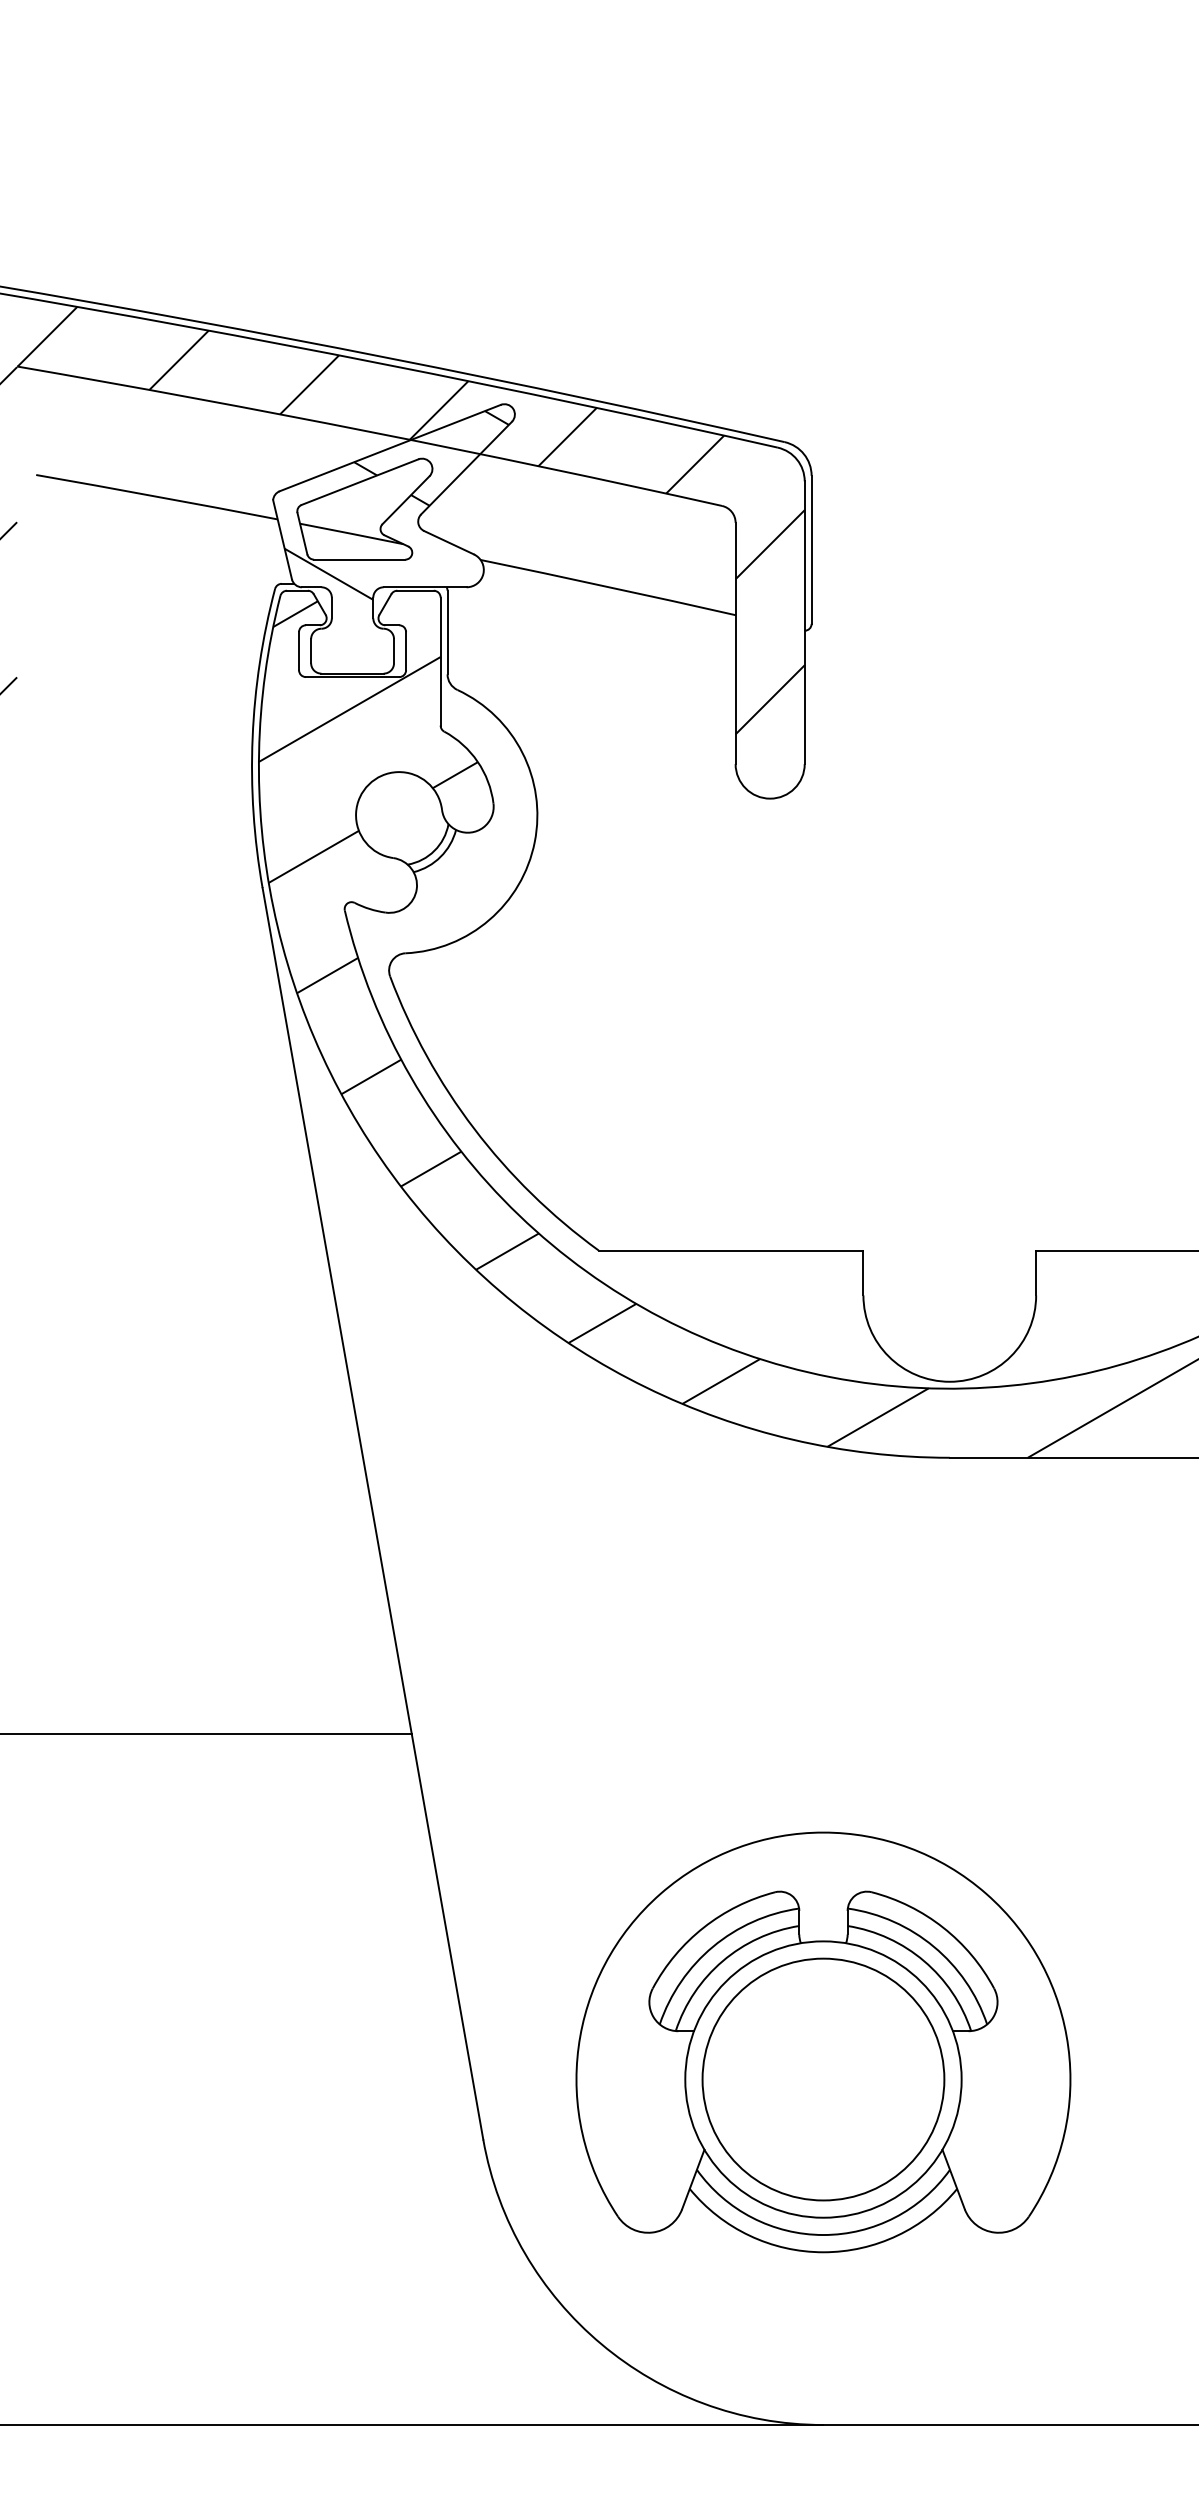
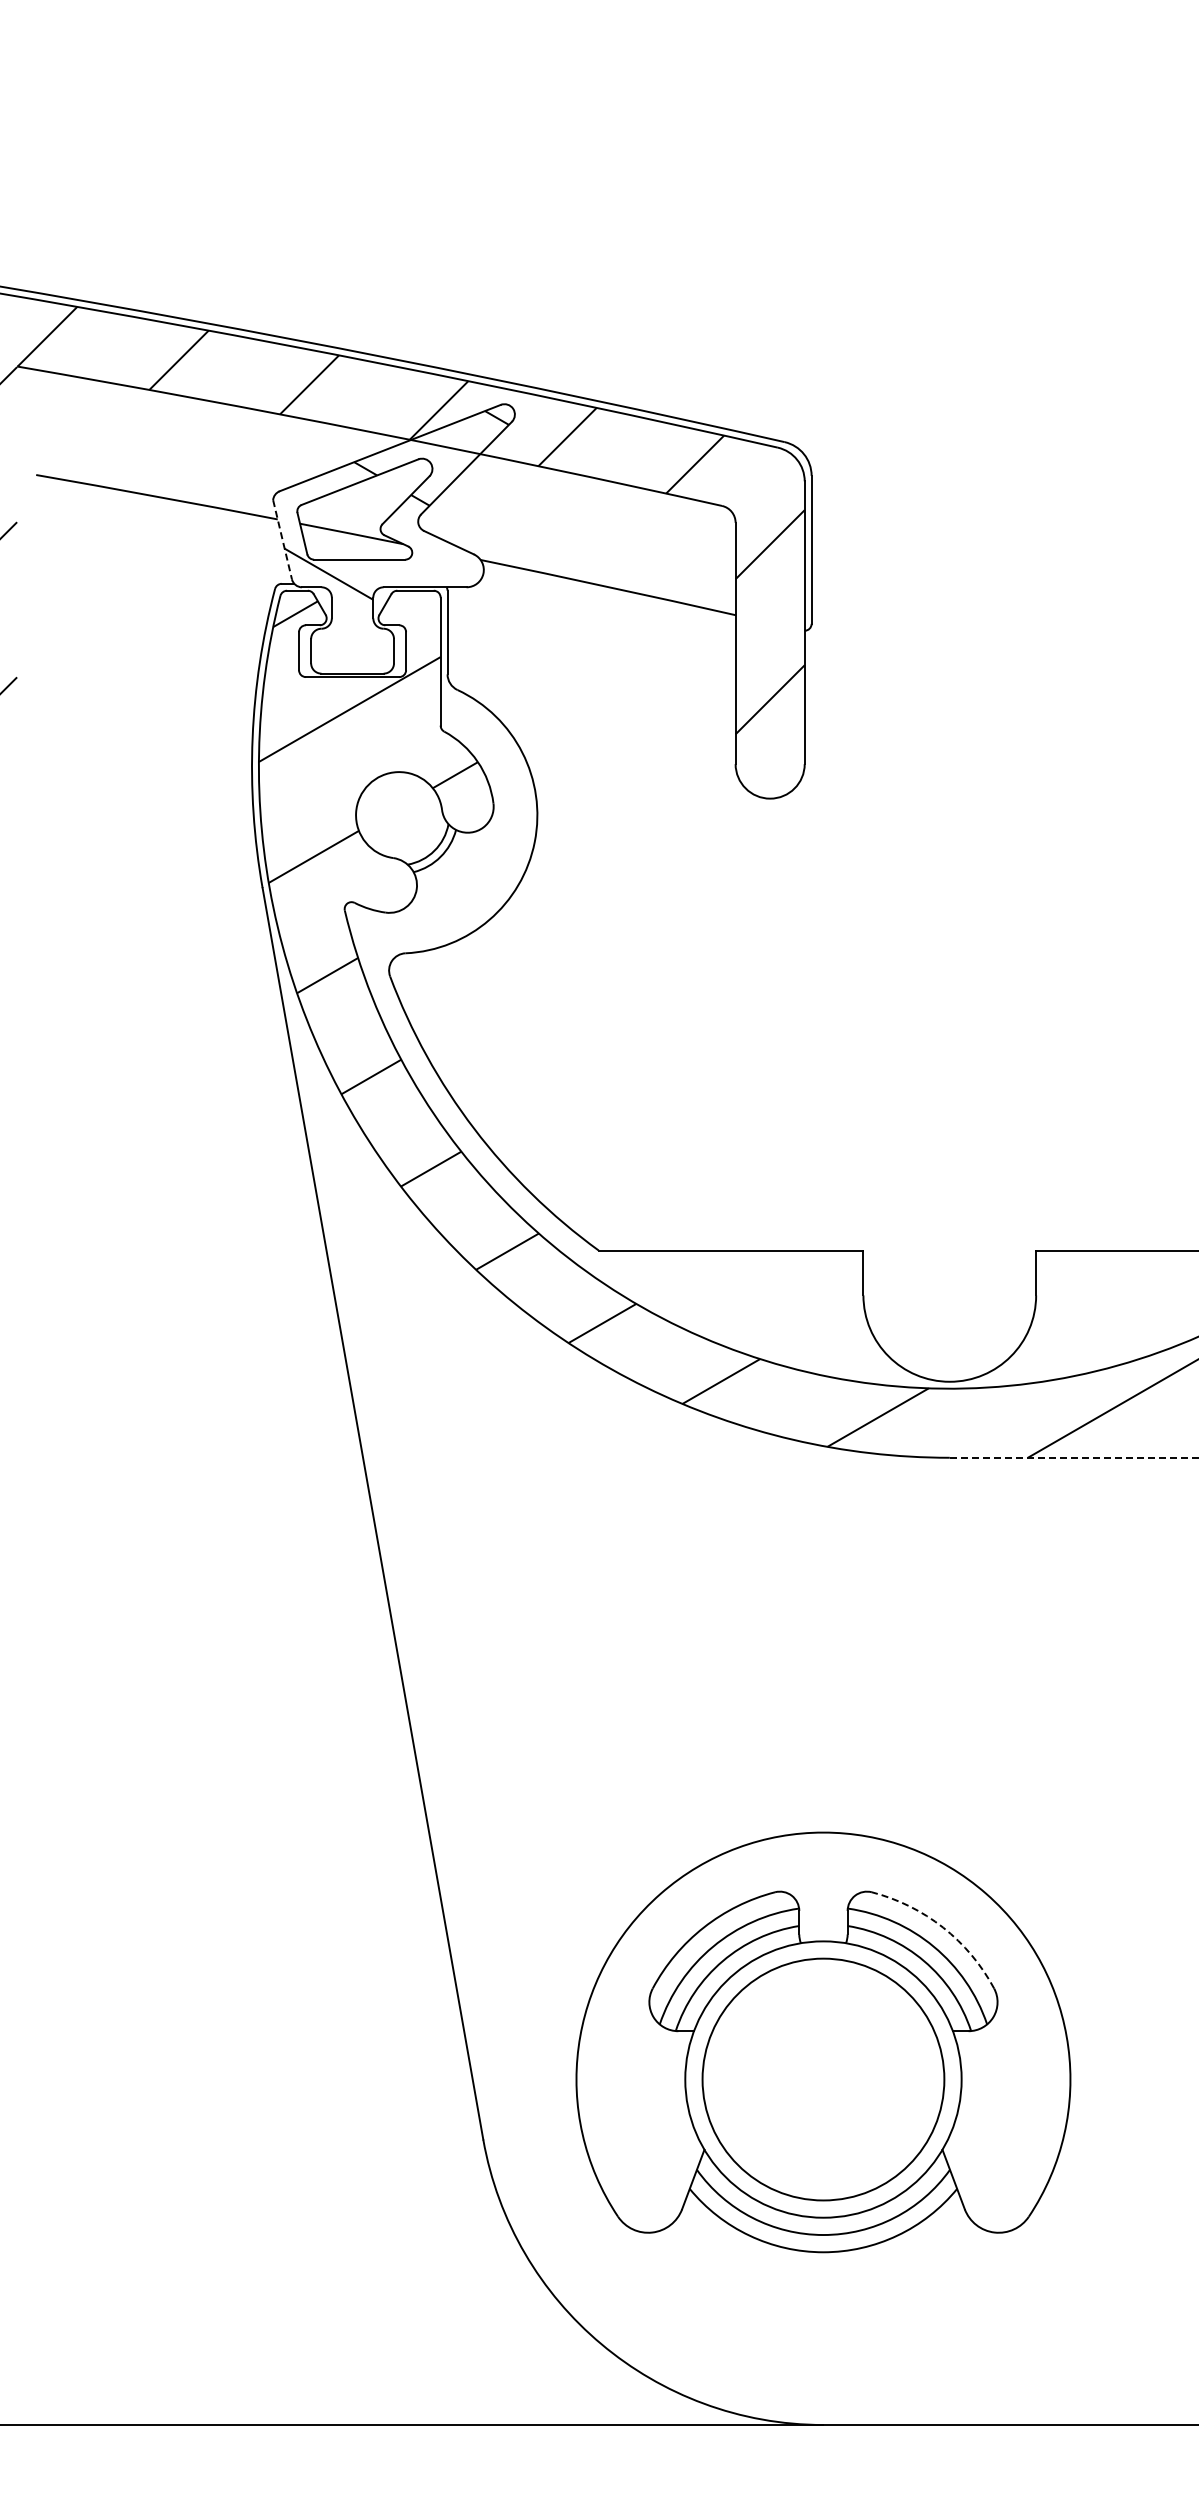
line at (282, 539): solid -> dashed
line at (1074, 1457): solid -> dashed
line at (206, 1734): present -> none
arc at (943, 1927): solid -> dashed
